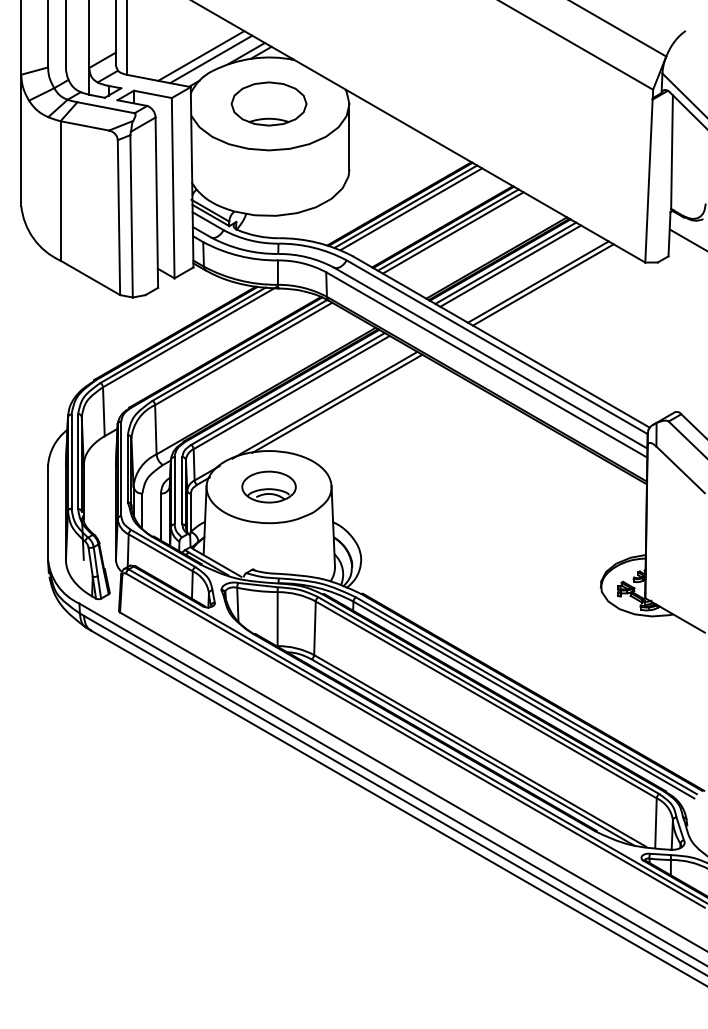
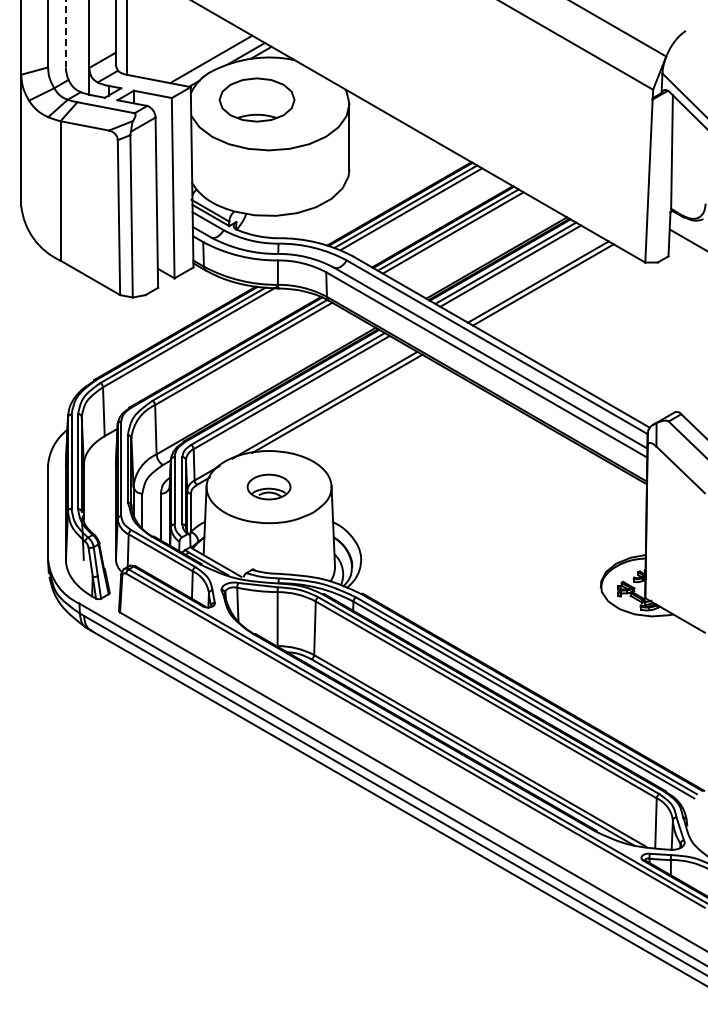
line at (65, 34): solid -> dashed
line at (201, 55): present -> none
part at (268, 103) position: (268, 103) -> (256, 99)
part at (268, 486) size: 56x34 px -> 46x28 px
